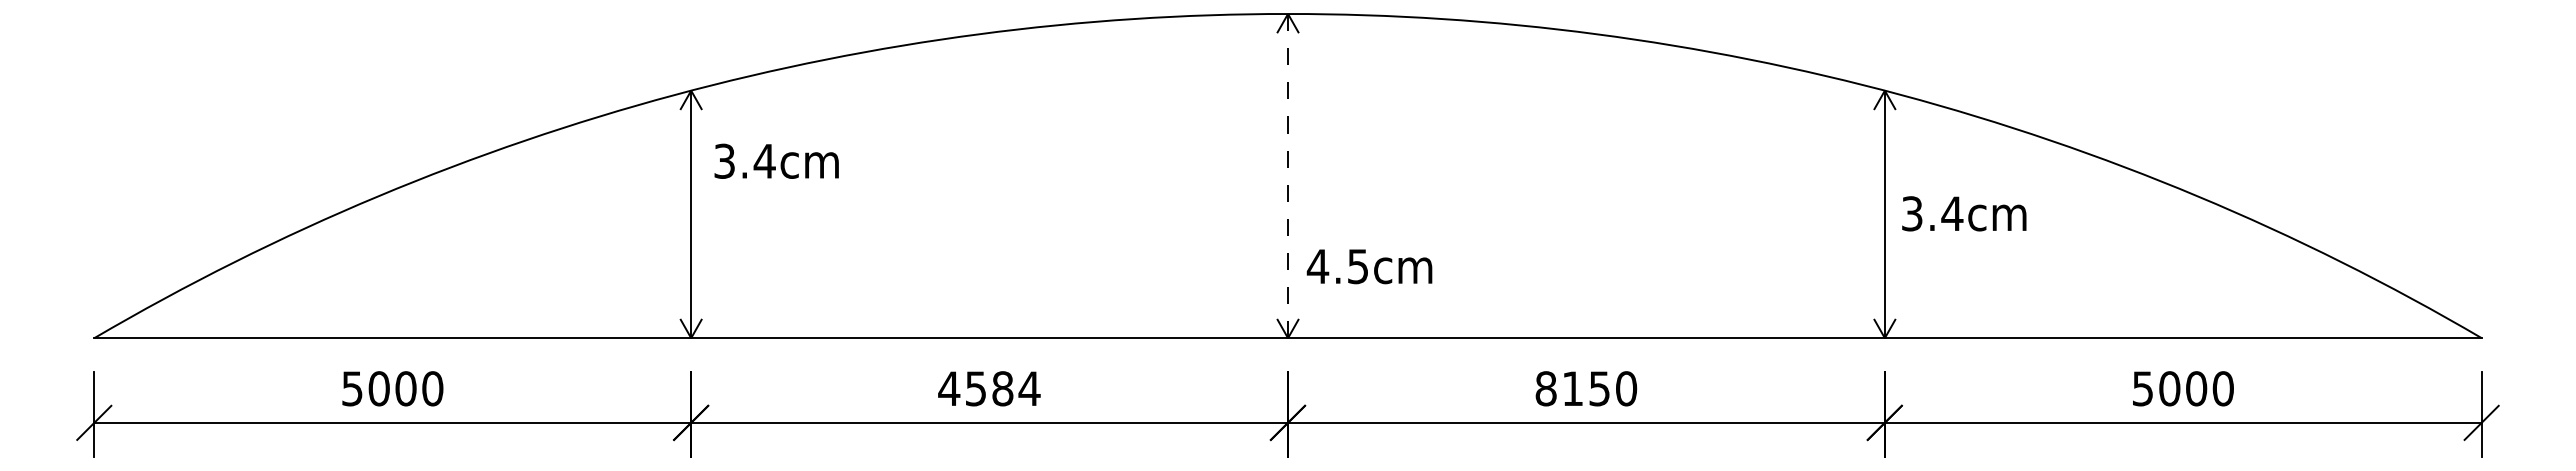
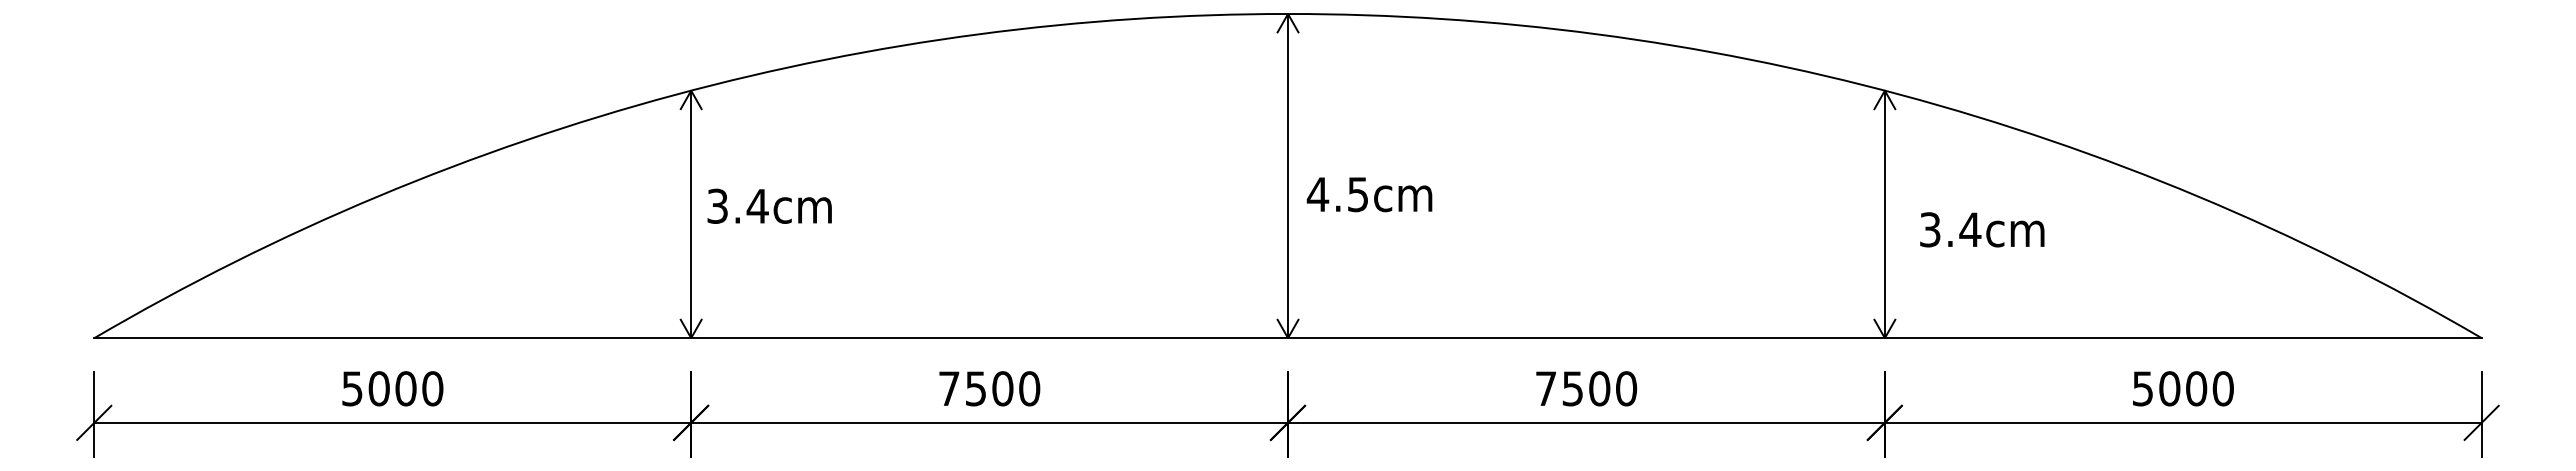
text at (776, 160) position: (776, 160) -> (769, 205)
line at (1288, 175): dashed -> solid
text at (1964, 213) position: (1964, 213) -> (1982, 229)
text at (1369, 266) position: (1369, 266) -> (1369, 194)
text at (989, 388): 4584 -> 7500
text at (1572, 388): 8150 -> 7500
